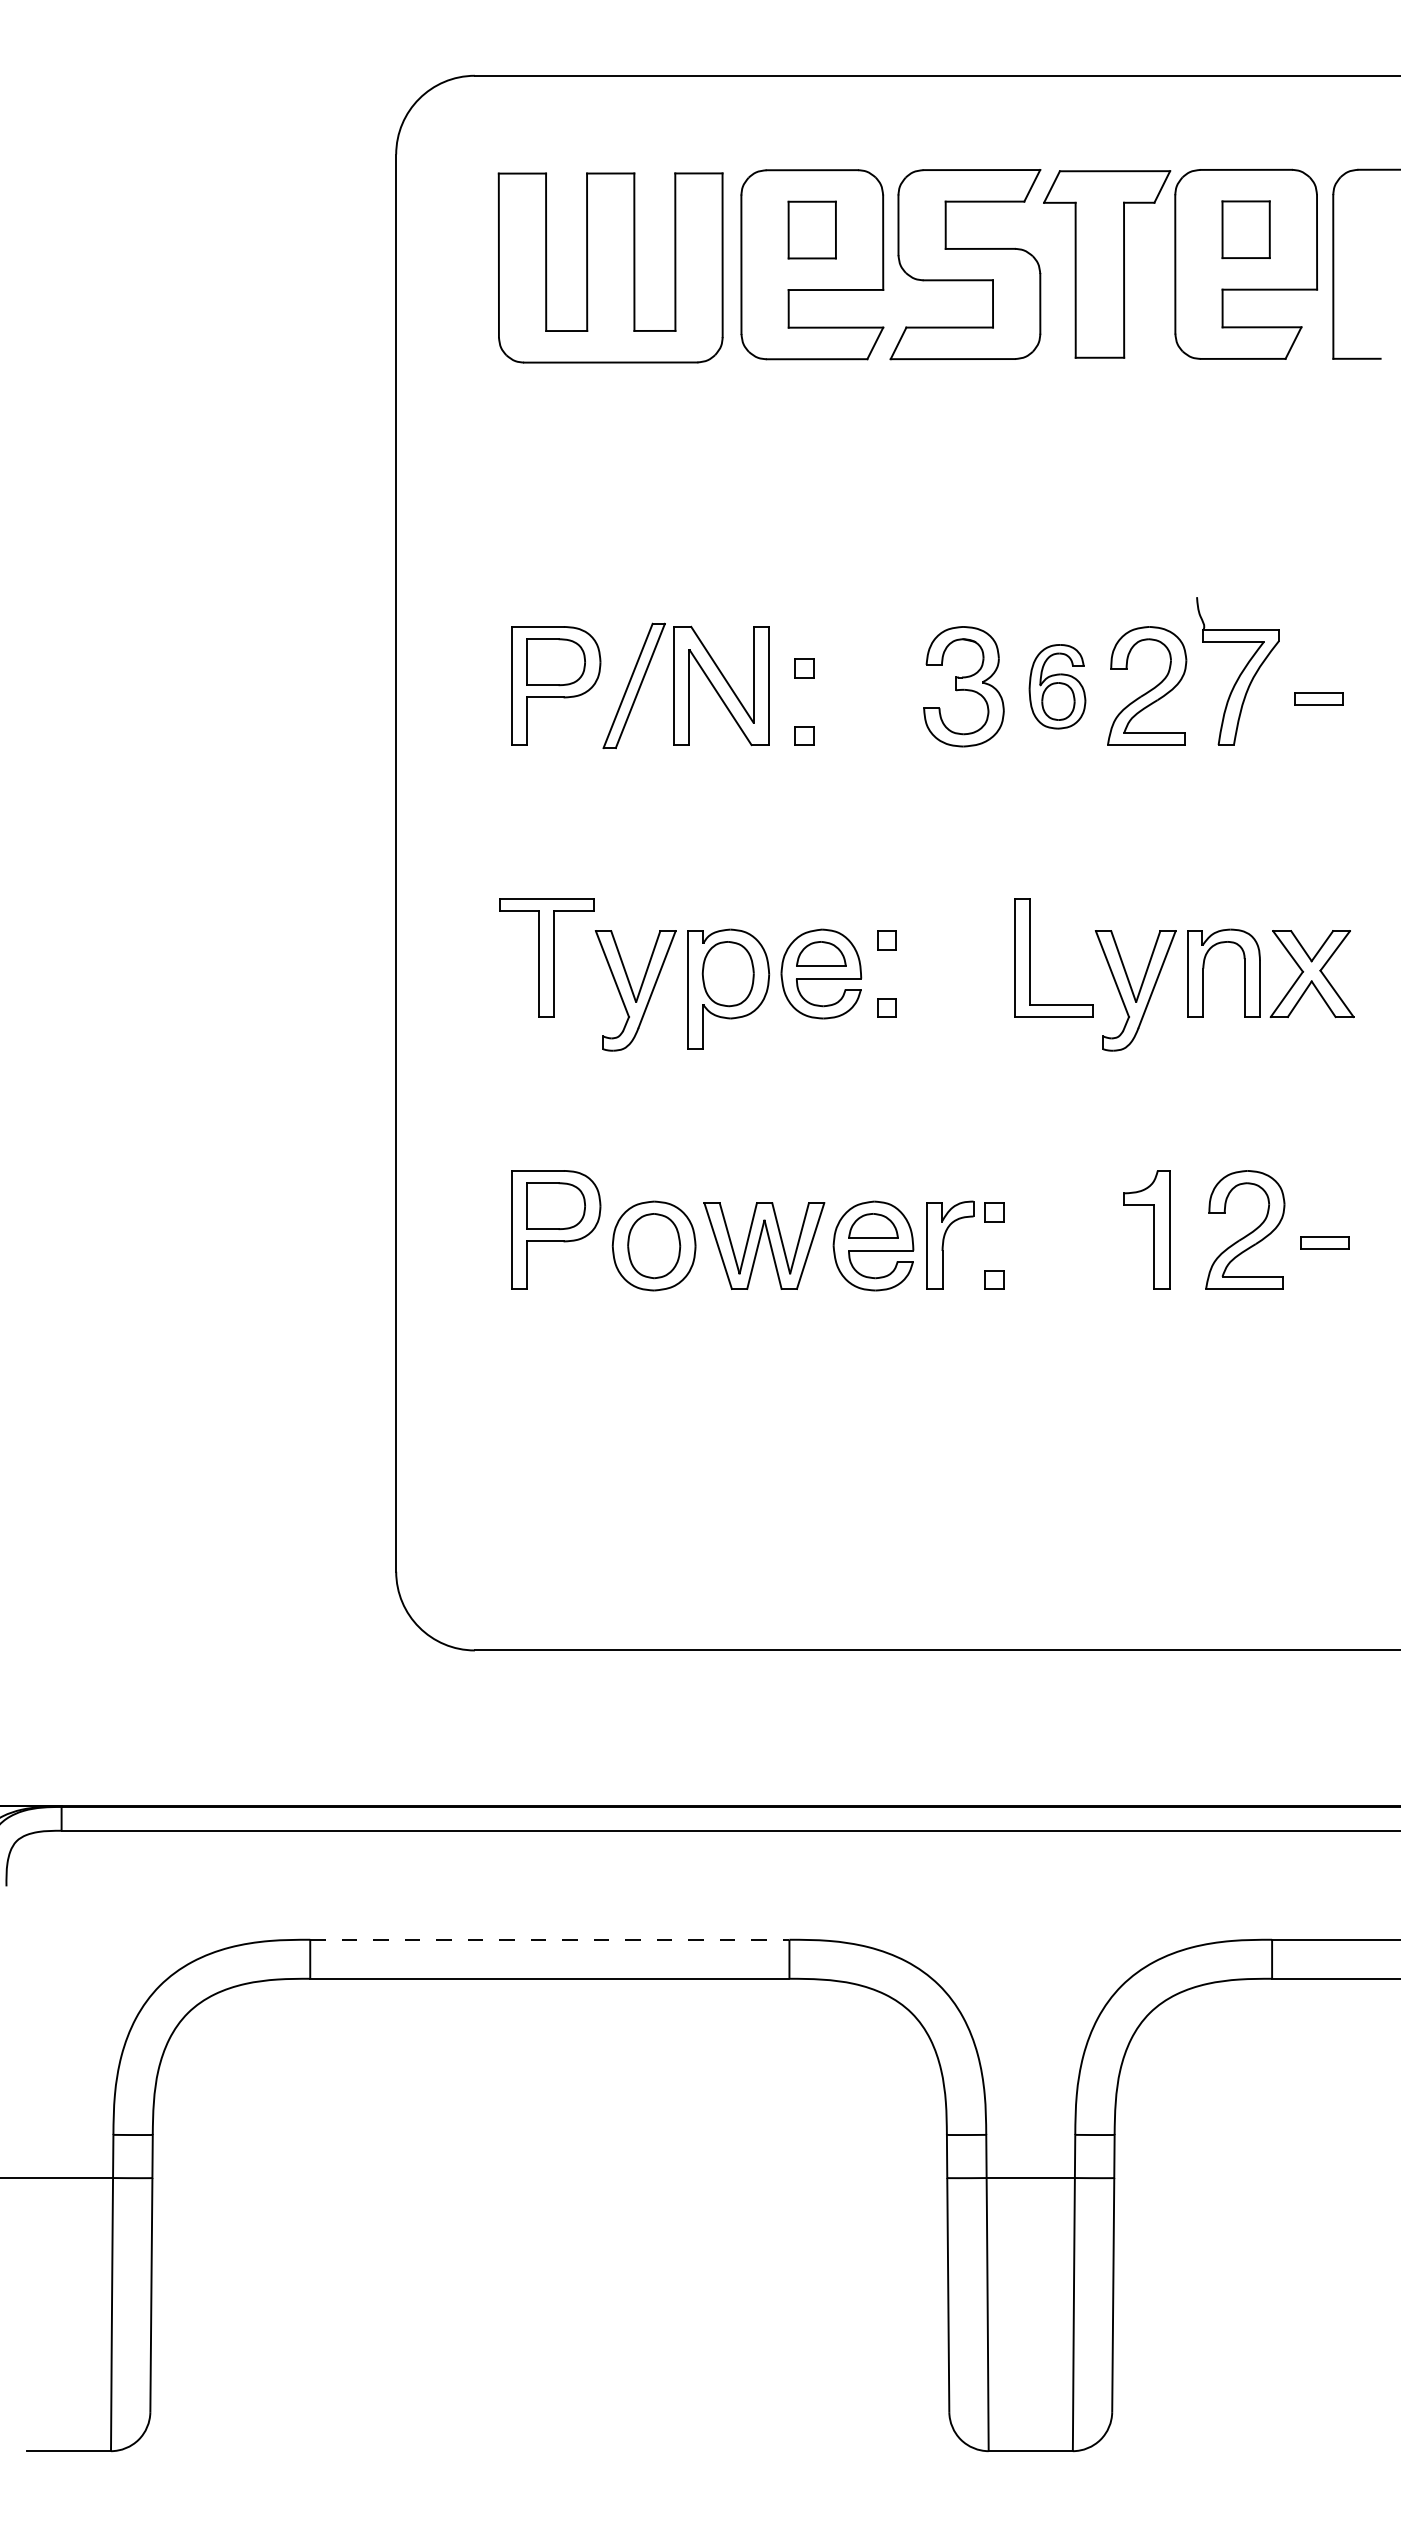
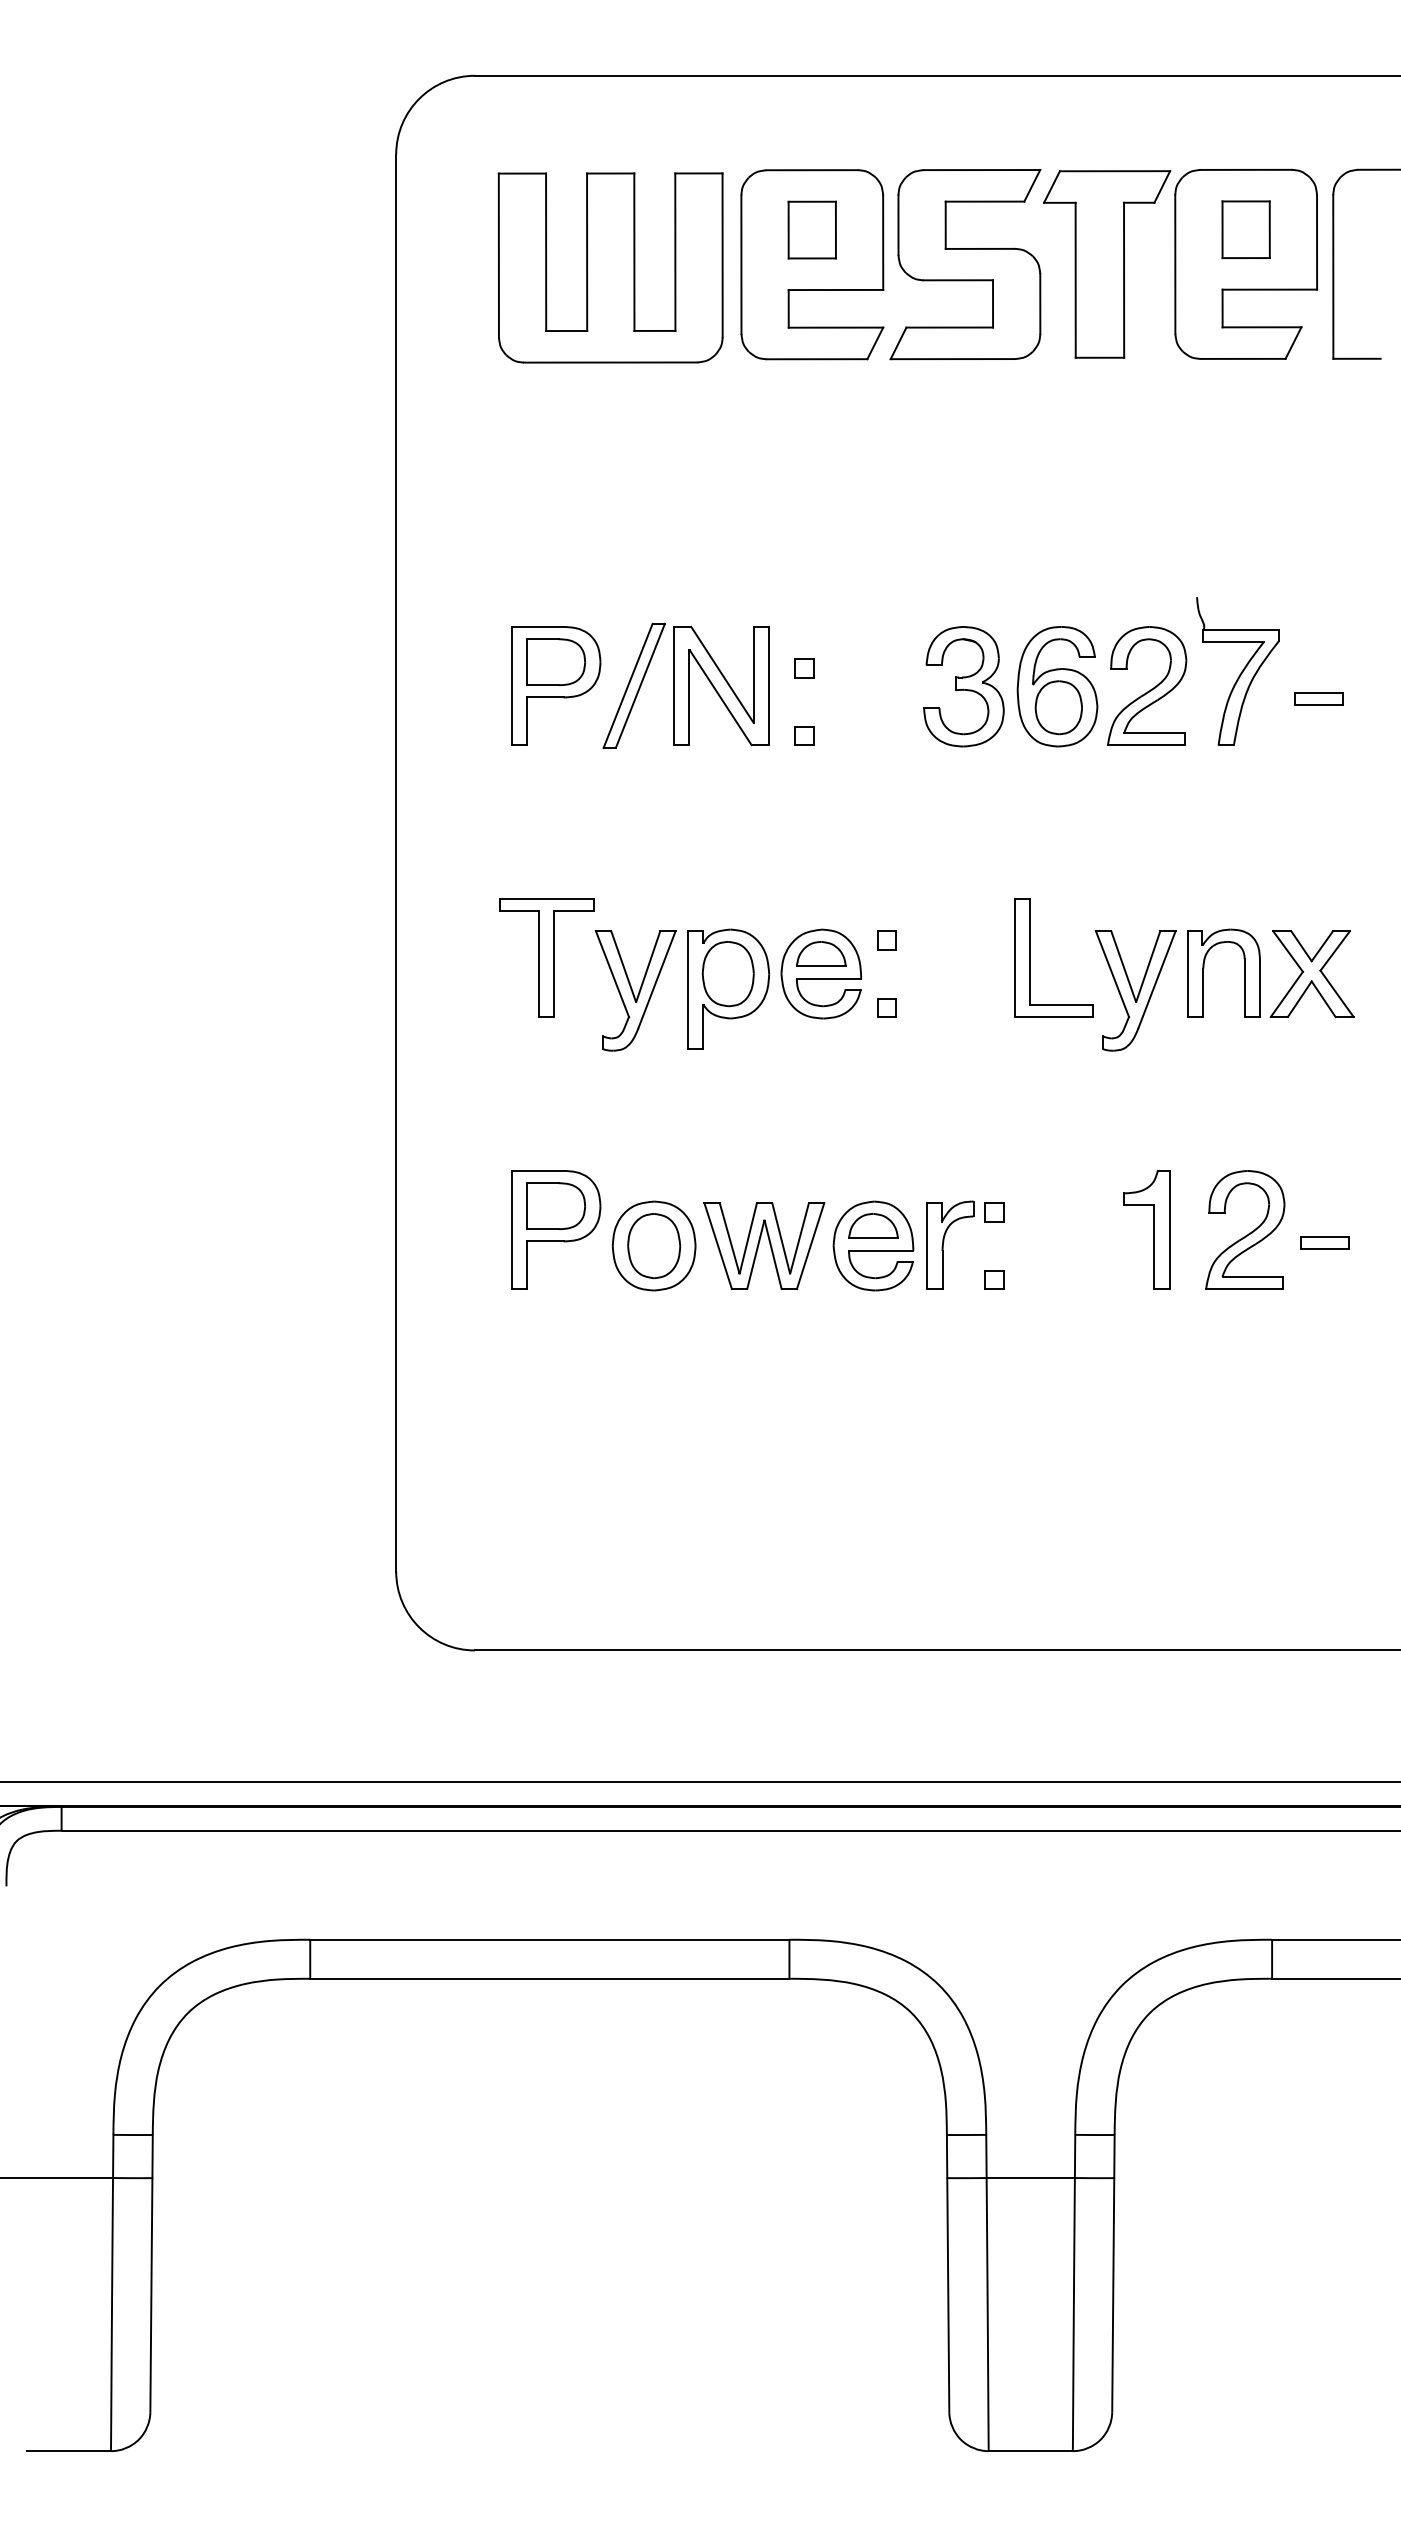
part at (1057, 686) size: 59x86 px -> 83x122 px
line at (699, 1781): none -> present
line at (549, 1939): dashed -> solid
